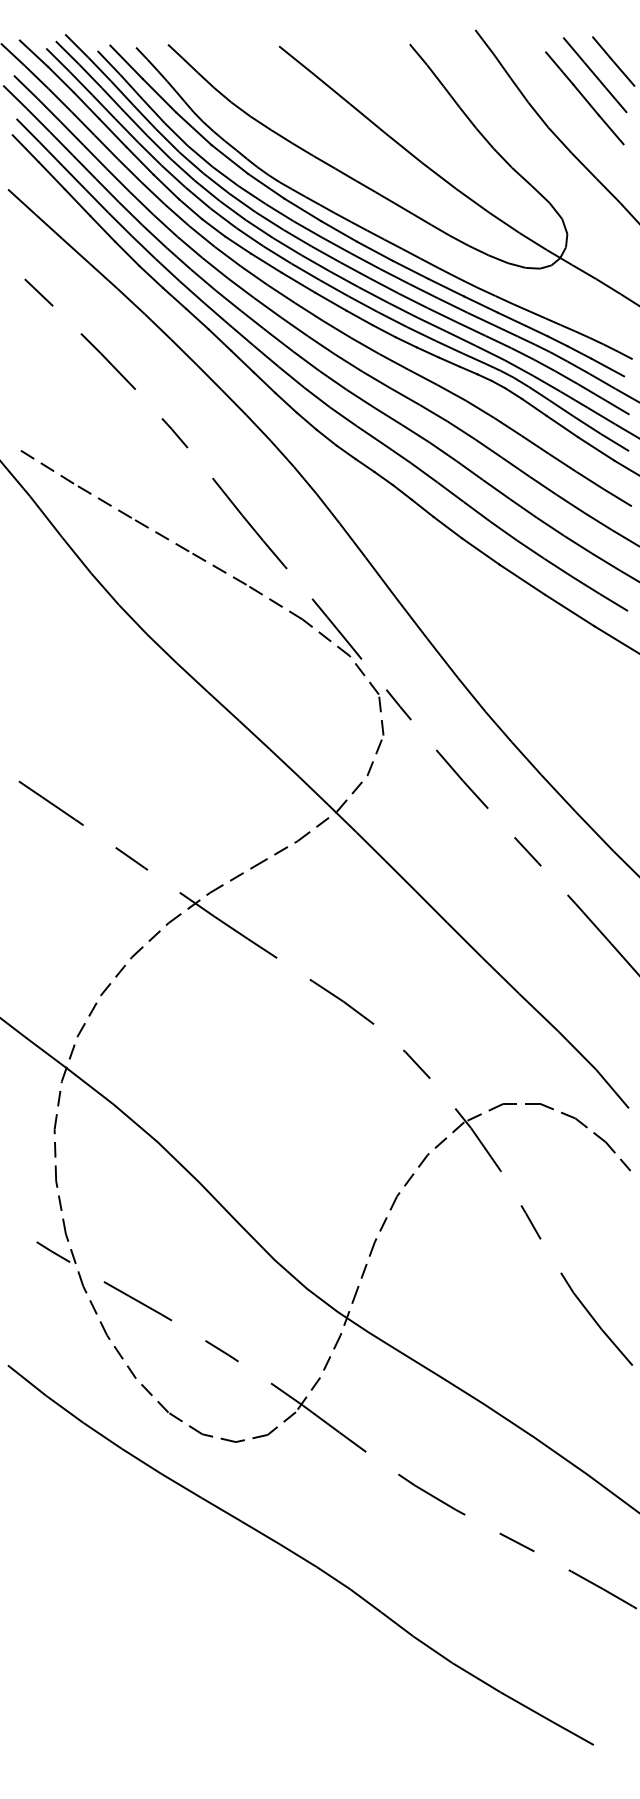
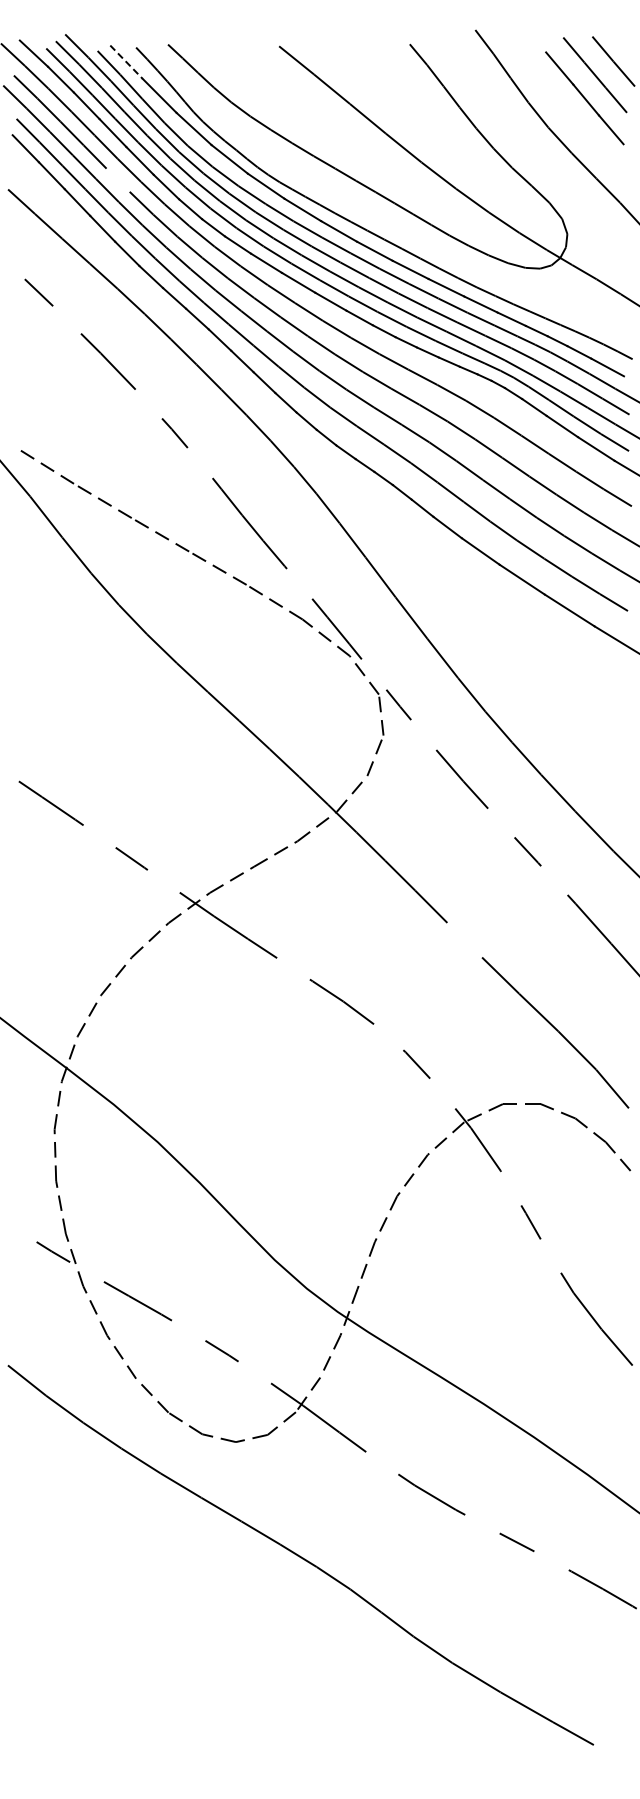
line at (126, 62): solid -> dashed
line at (117, 179): present -> none
line at (464, 939): present -> none
